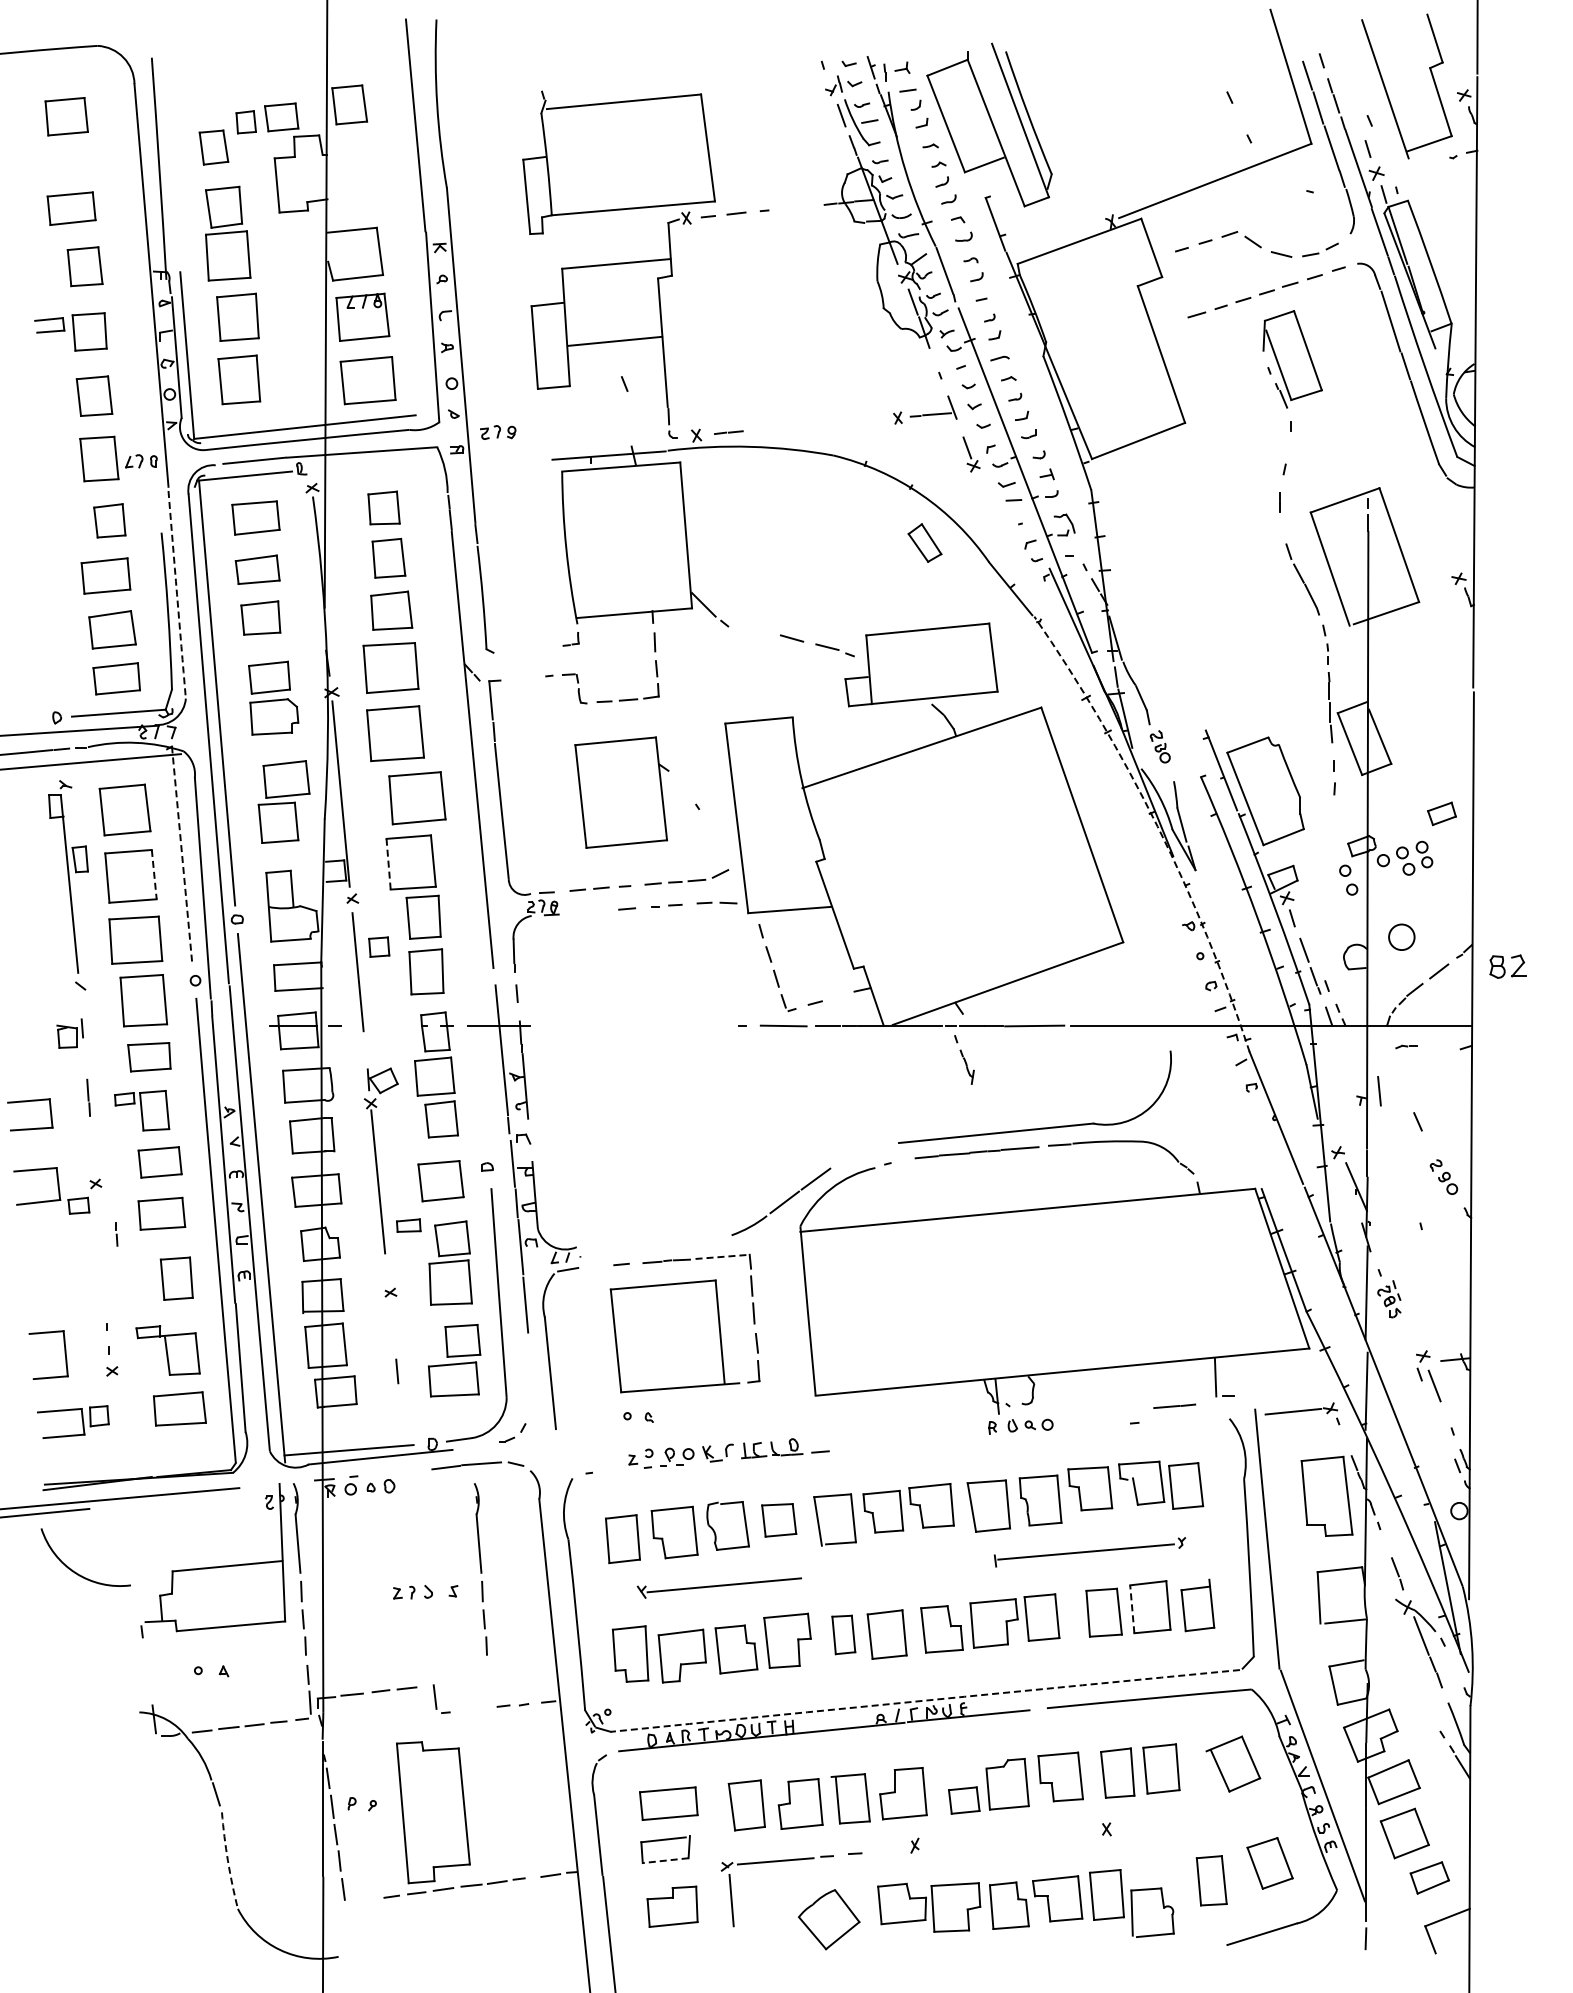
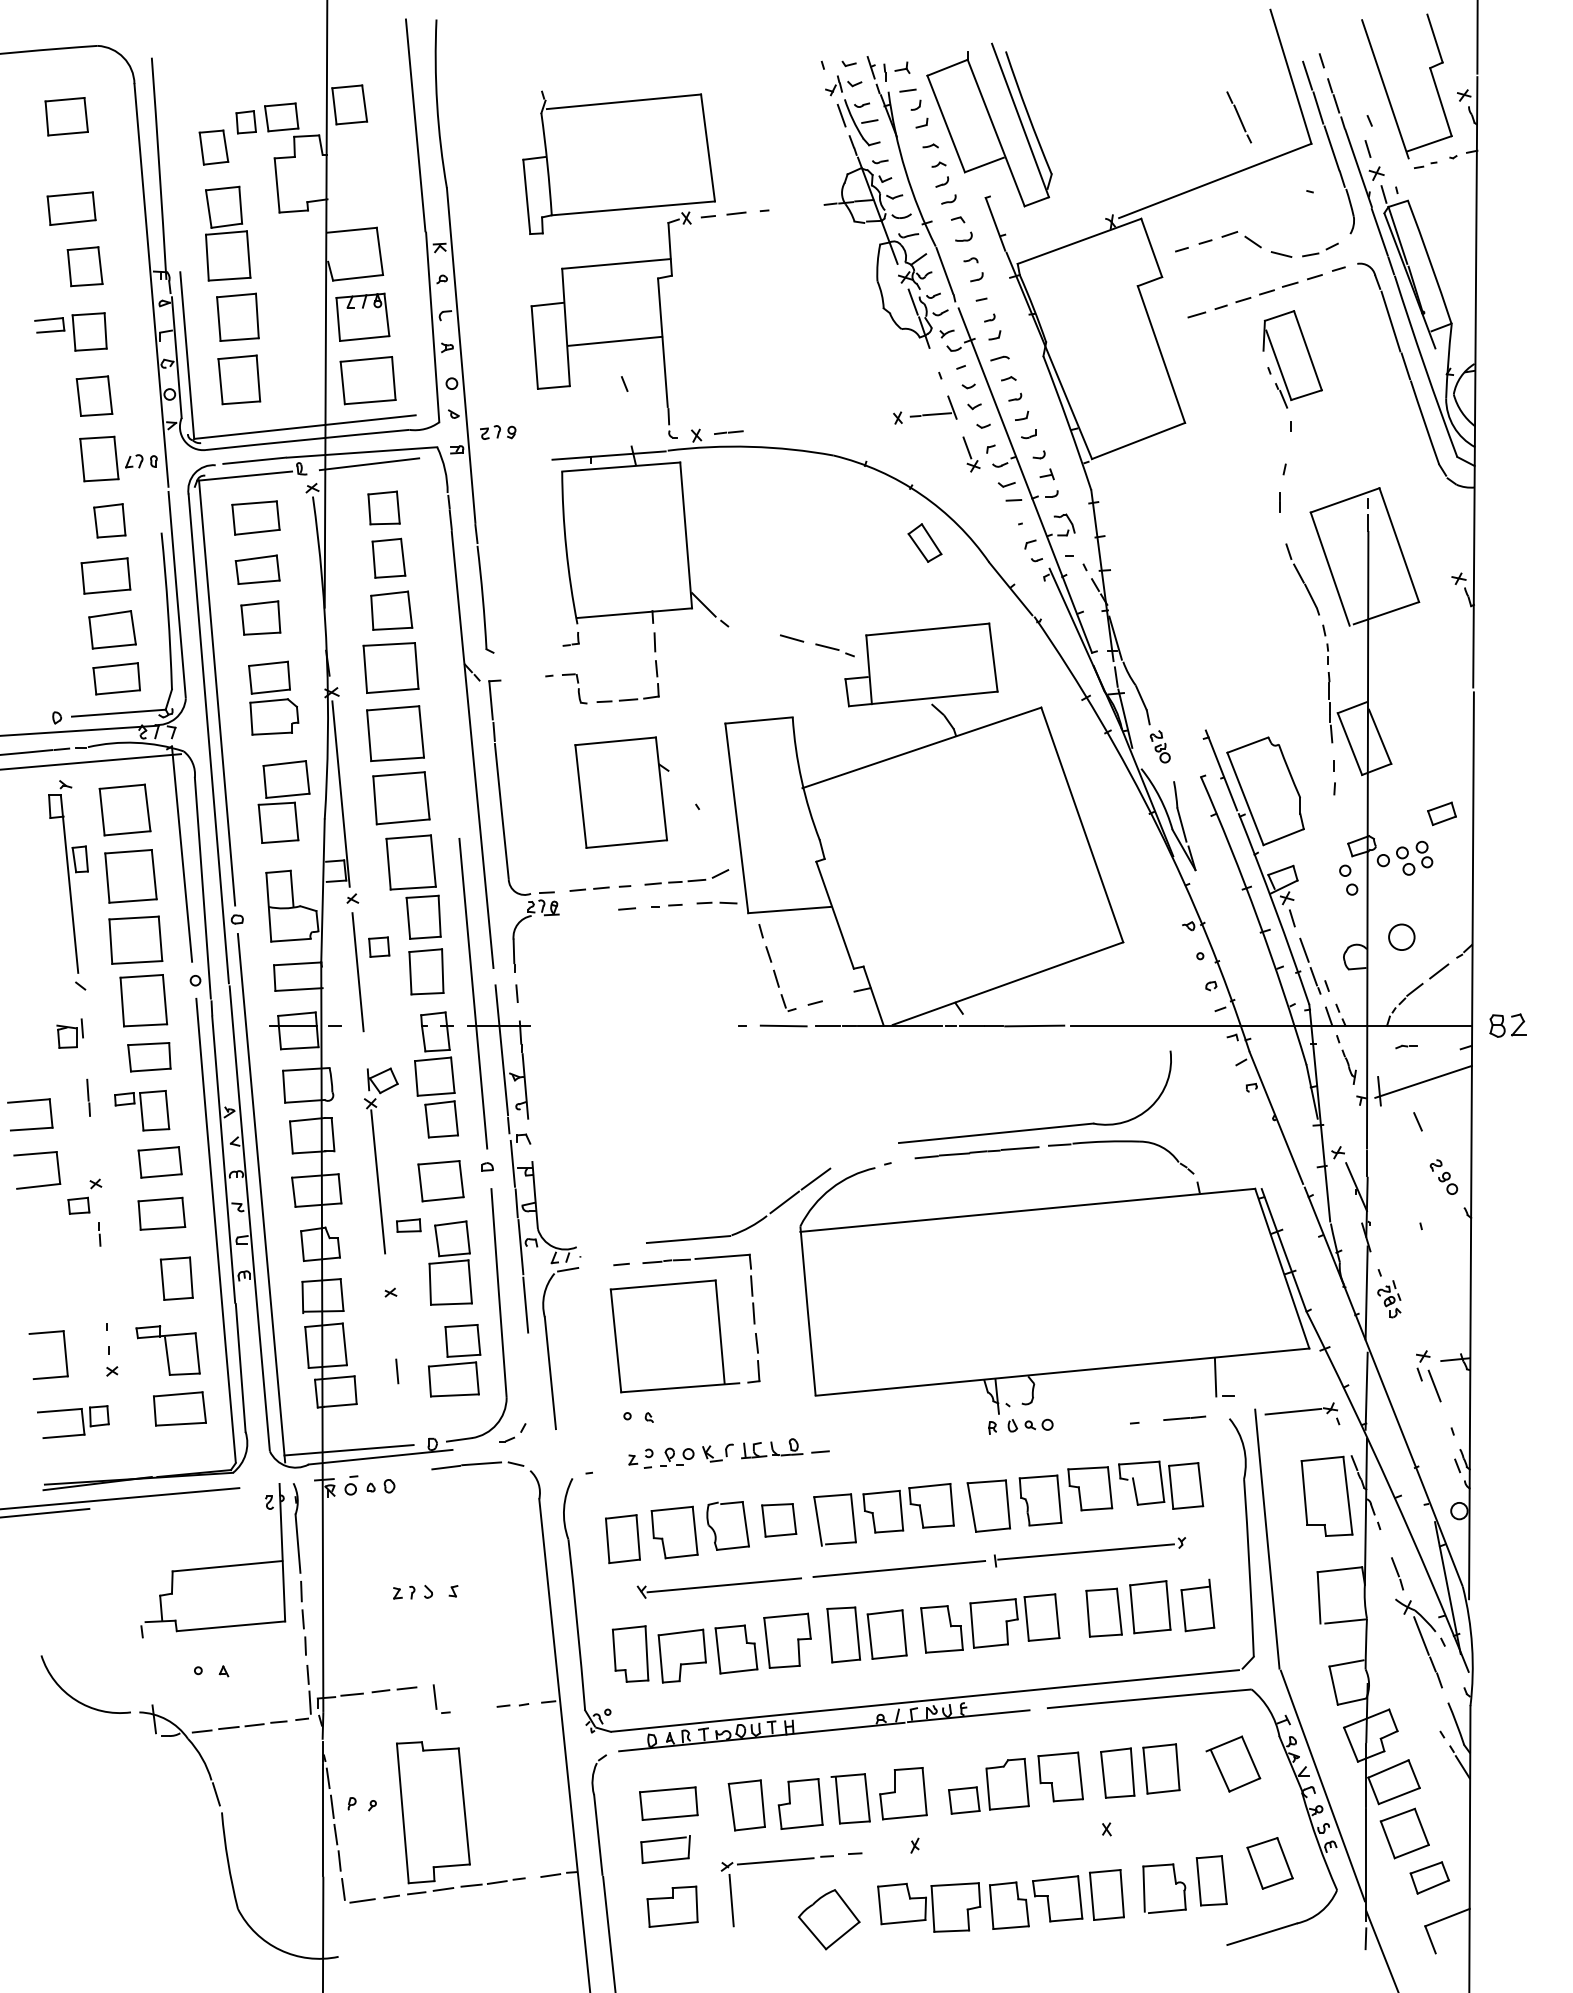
line at (1239, 118): none -> present
part at (1425, 165): none -> present
line at (369, 464): none -> present
arc at (177, 594): dashed -> solid
part at (417, 798) position: (417, 798) -> (401, 798)
arc at (1157, 826): dashed -> solid
line at (182, 854): dashed -> solid
line at (388, 863): dashed -> solid
line at (154, 874): dashed -> solid
part at (1507, 966) position: (1507, 966) -> (1507, 1025)
line at (473, 993): none -> present
part at (964, 1059) position: (964, 1059) -> (1346, 1059)
line at (1423, 1081): none -> present
part at (37, 1201) position: (37, 1201) -> (37, 1185)
line at (116, 1234) position: (116, 1234) -> (99, 1234)
line at (688, 1239): none -> present
line at (723, 1256): dashed -> solid
line at (1174, 1405) position: (1174, 1405) -> (1184, 1417)
line at (899, 1568): none -> present
part at (480, 1569): present -> none
arc at (75, 1571) position: (75, 1571) -> (75, 1698)
line at (1132, 1608): dashed -> solid
part at (843, 1634) size: 26x42 px -> 36x58 px
arc at (925, 1700): dashed -> solid
arc at (227, 1860): dashed -> solid
line at (665, 1860): dashed -> solid
line at (362, 1900): none -> present
part at (1162, 1906) position: (1162, 1906) -> (1174, 1882)
line at (1381, 1949): none -> present
